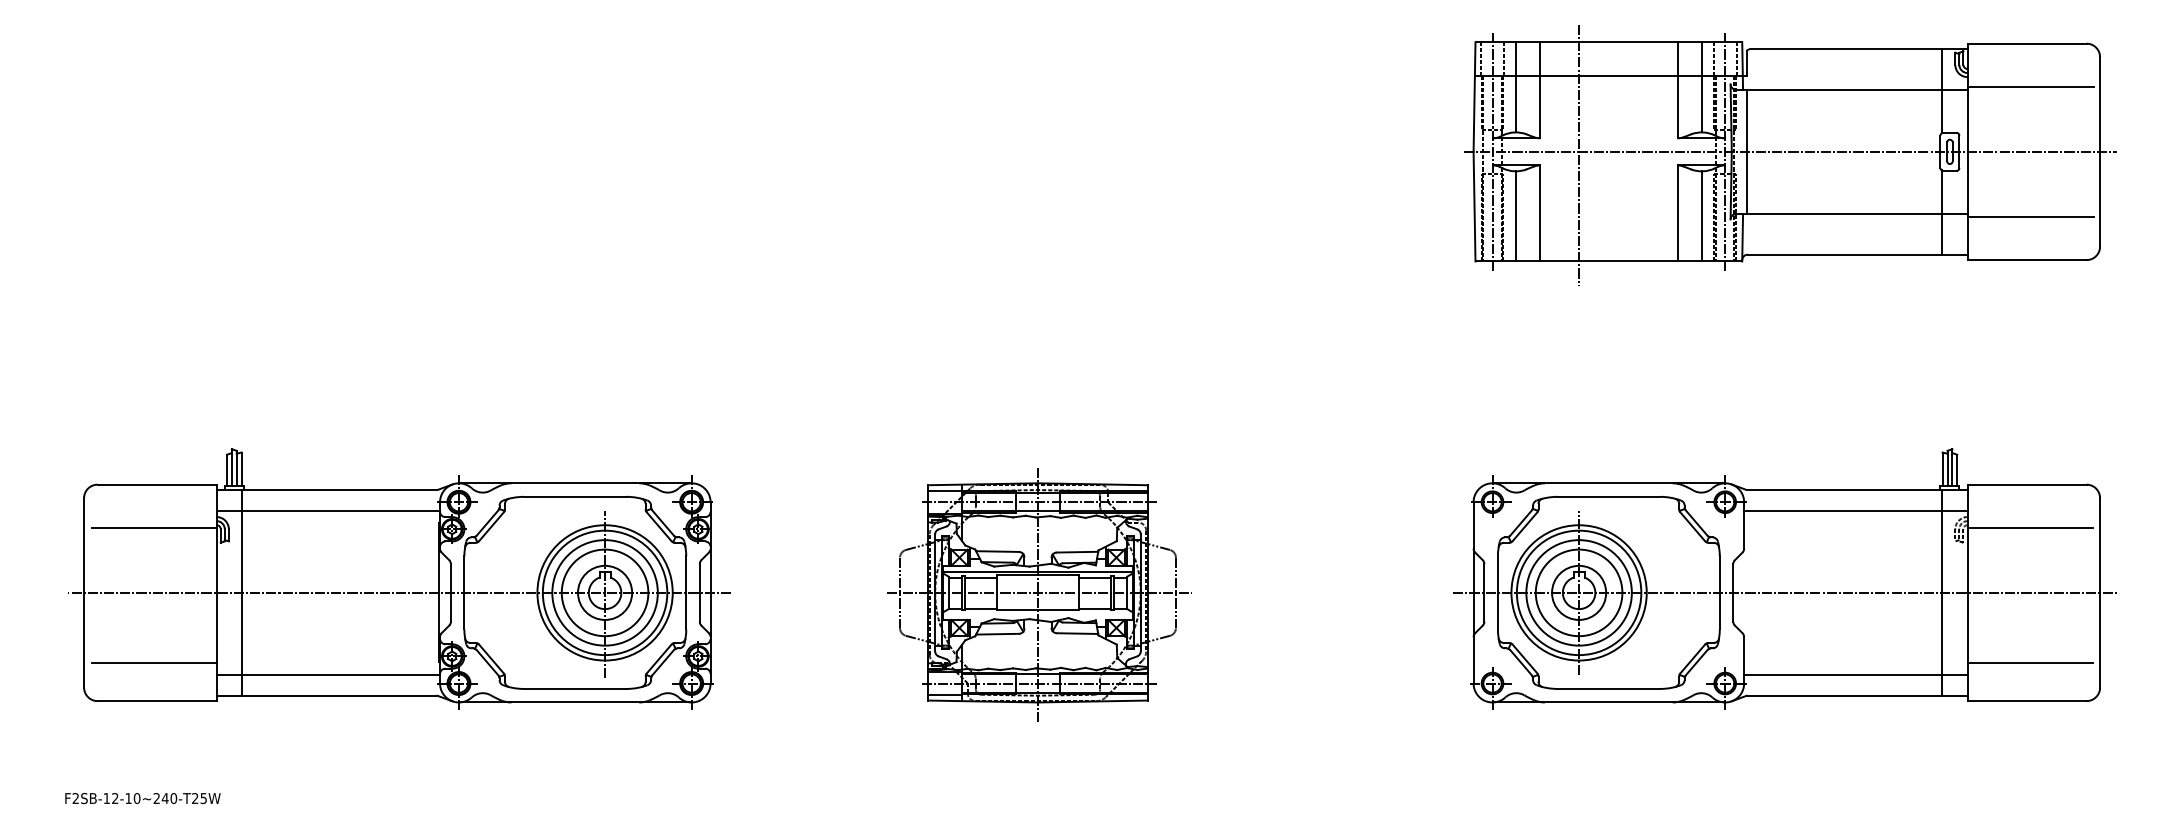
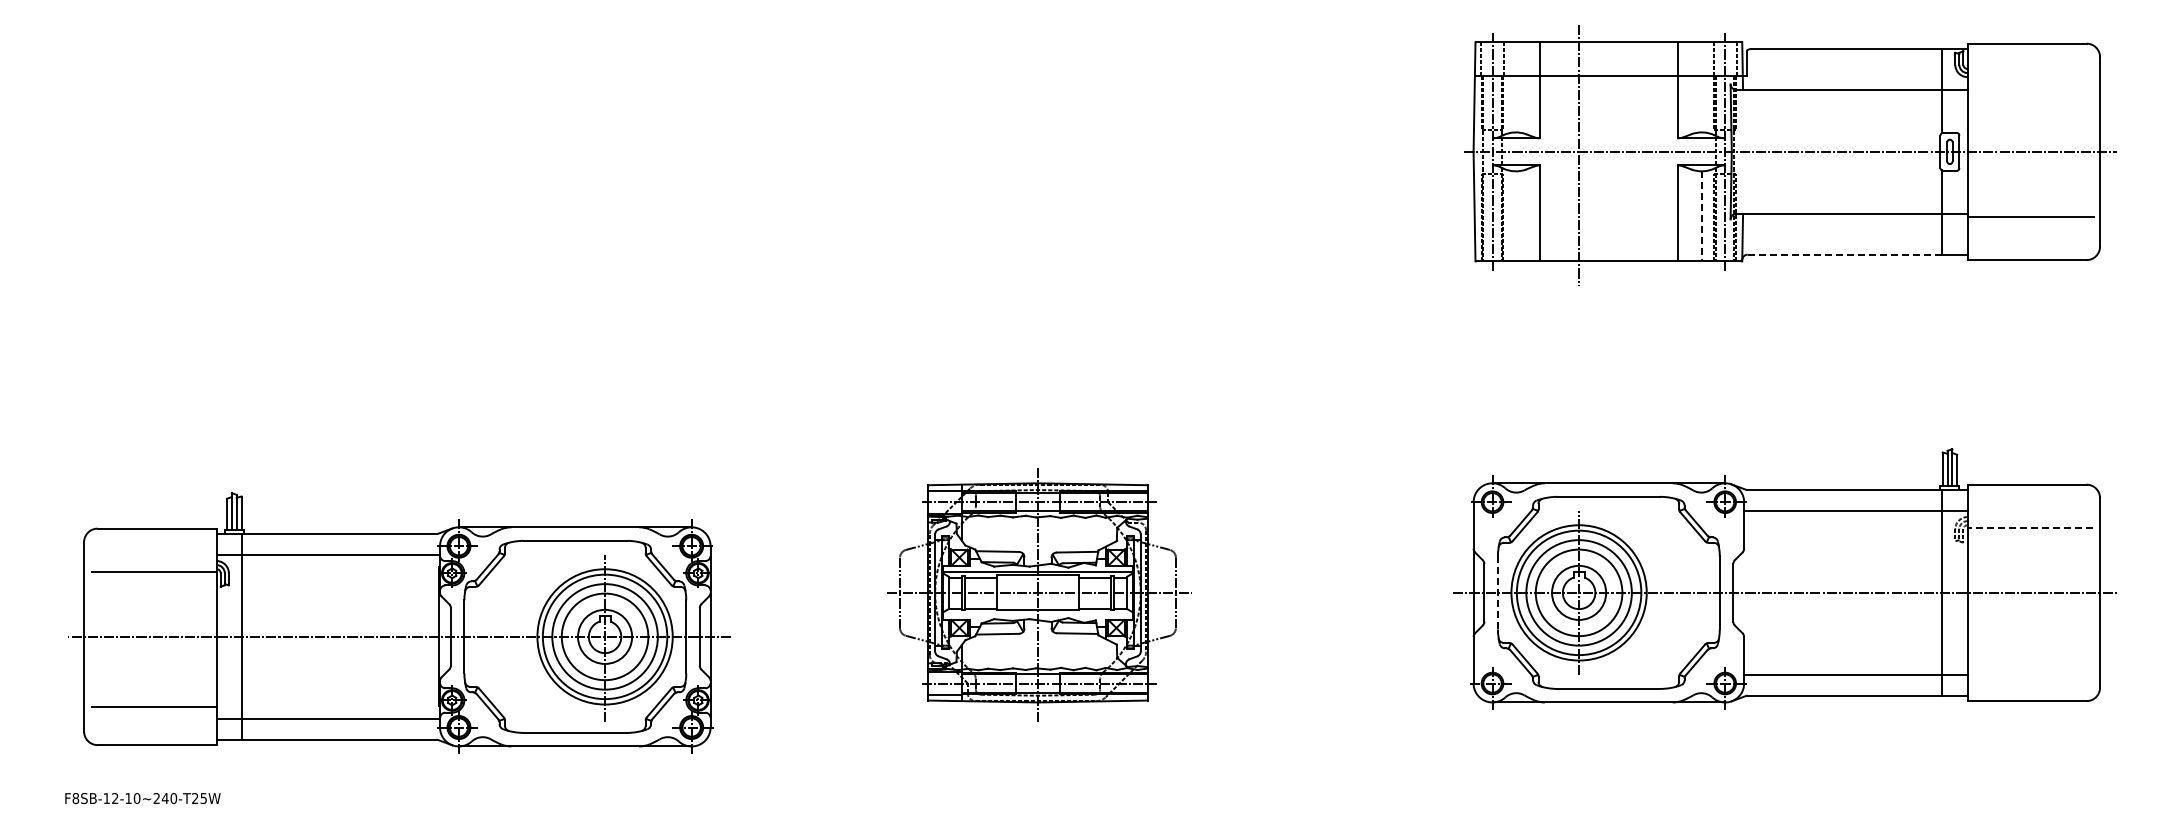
line at (2030, 86): present -> none
line at (1515, 87): present -> none
line at (1701, 87): present -> none
line at (1746, 151): present -> none
line at (1515, 216): present -> none
line at (1701, 216): solid -> dashed
line at (1845, 254): solid -> dashed
line at (2030, 527): solid -> dashed
part at (399, 578) position: (399, 578) -> (399, 622)
line at (1497, 592): solid -> dashed
line at (2029, 663): present -> none
text at (75, 798): F2SB-12-10~240-T25W -> F8SB-12-10~240-T25W
